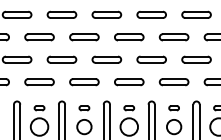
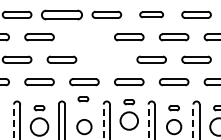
part at (61, 14) size: 32x9 px -> 42x12 px
part at (151, 14) size: 31x9 px -> 25x8 px
part at (84, 37): present -> none
part at (106, 59): present -> none
part at (84, 108) position: (84, 108) -> (83, 99)
part at (128, 120) position: (128, 120) -> (128, 114)
line at (13, 121): solid -> dashed
line at (103, 121): solid -> dashed
line at (148, 121): solid -> dashed
line at (193, 121): solid -> dashed
